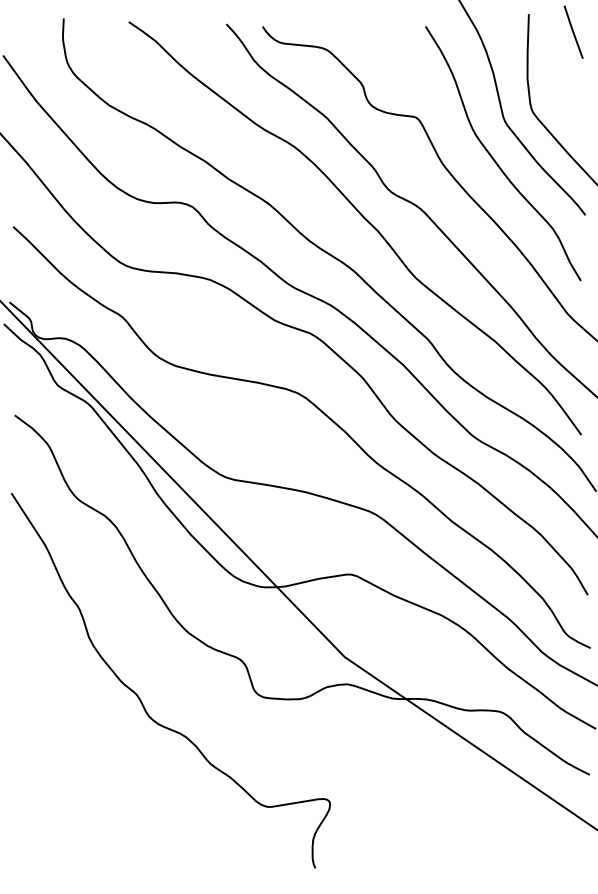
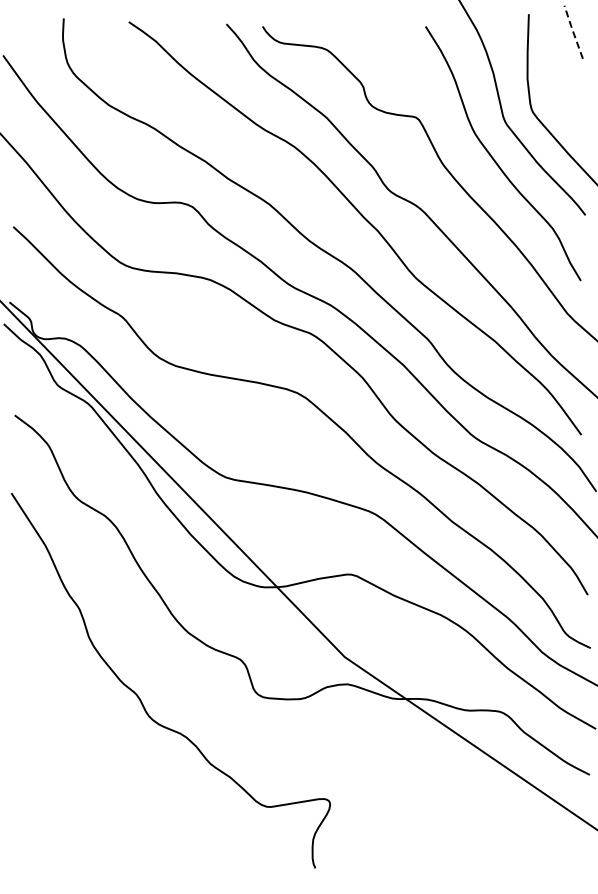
line at (573, 31): solid -> dashed
